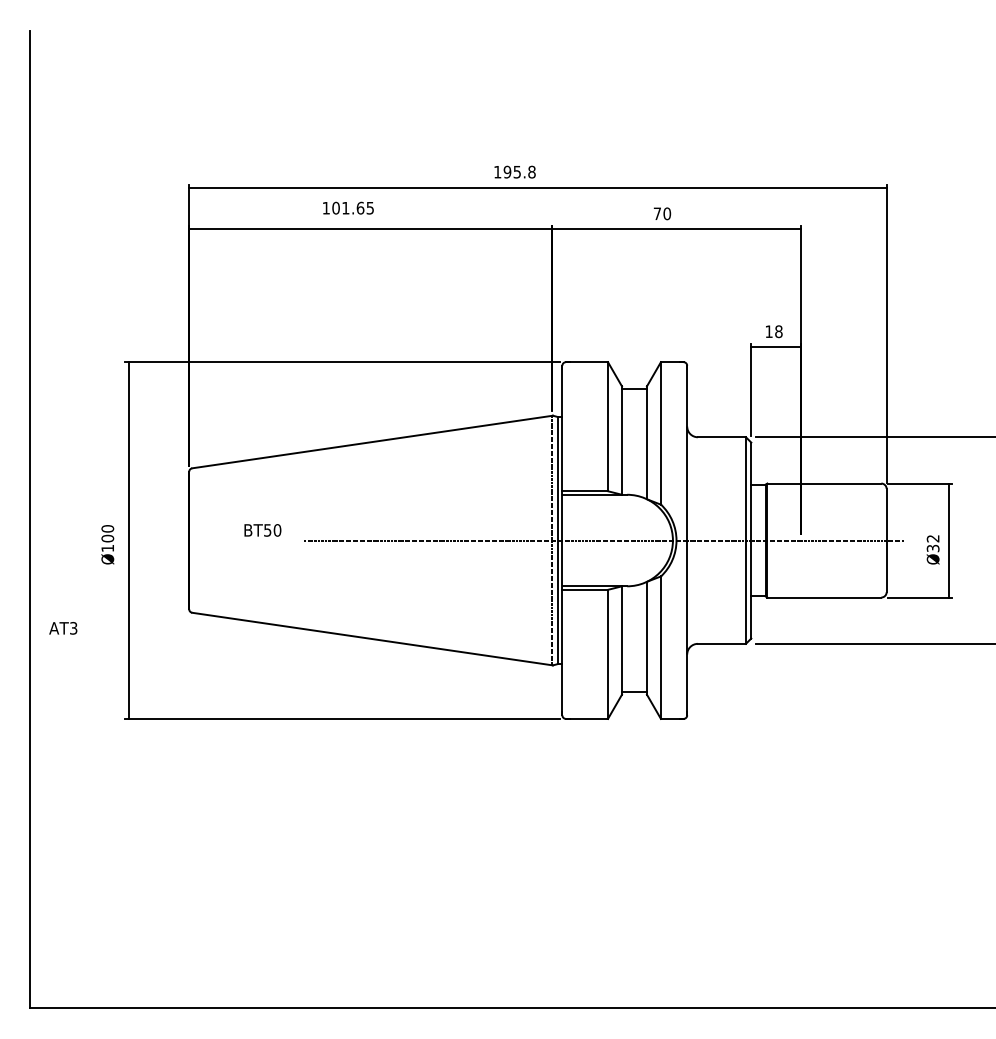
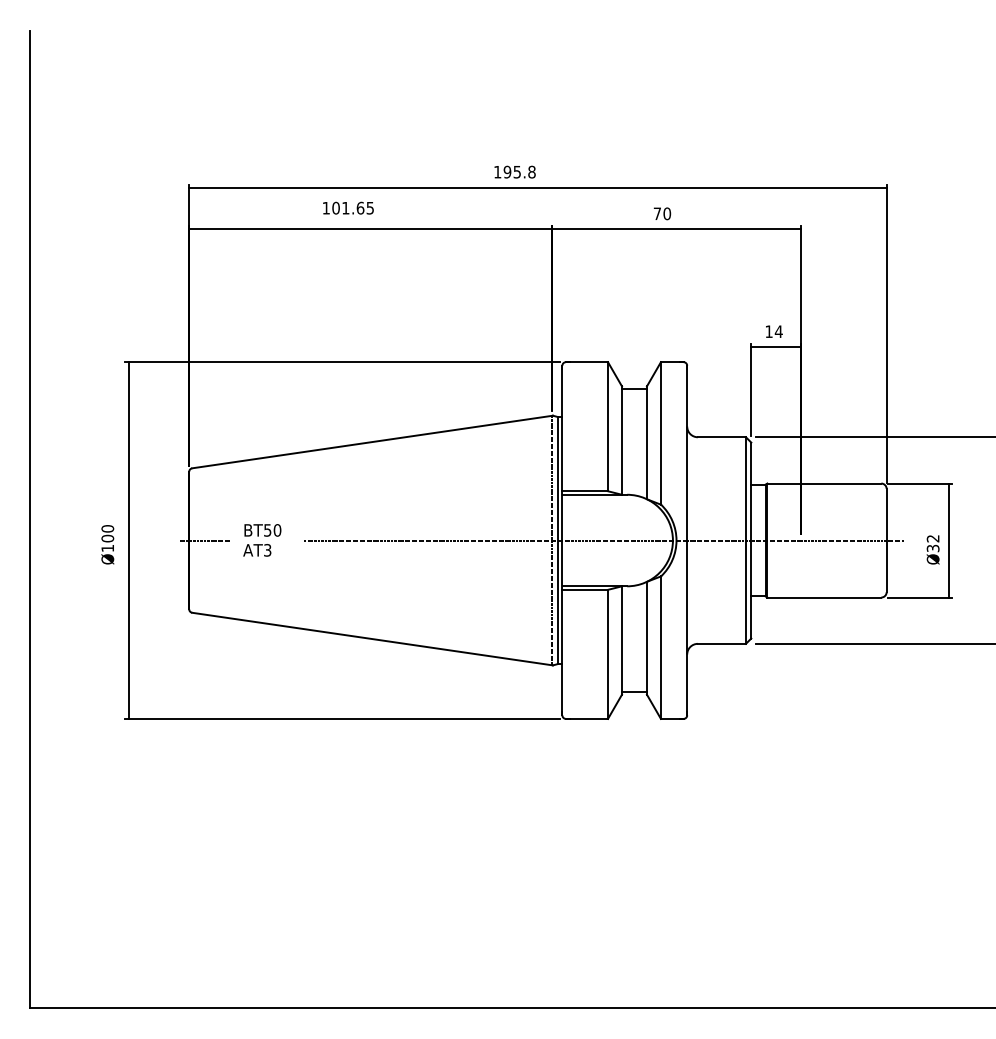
text at (778, 331): 18 -> 14
line at (204, 540): none -> present
text at (63, 628) position: (63, 628) -> (257, 550)
